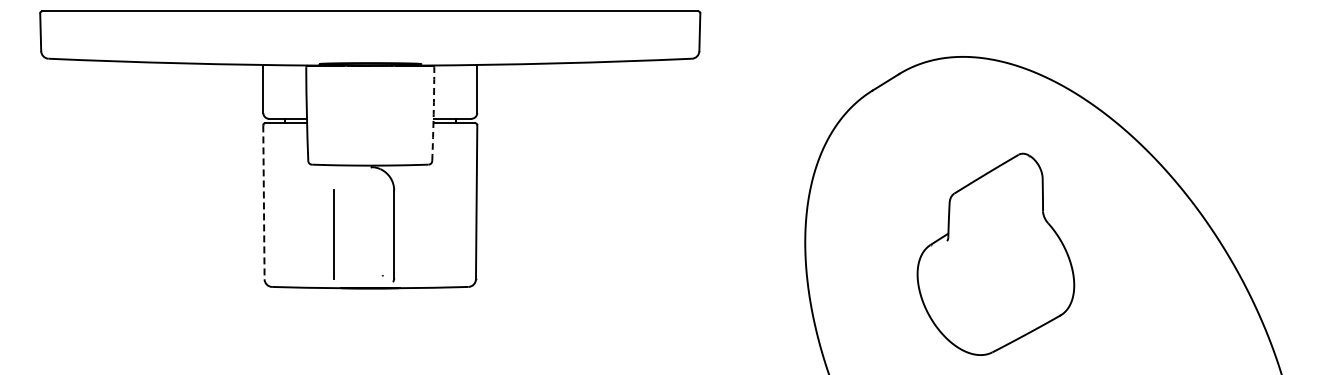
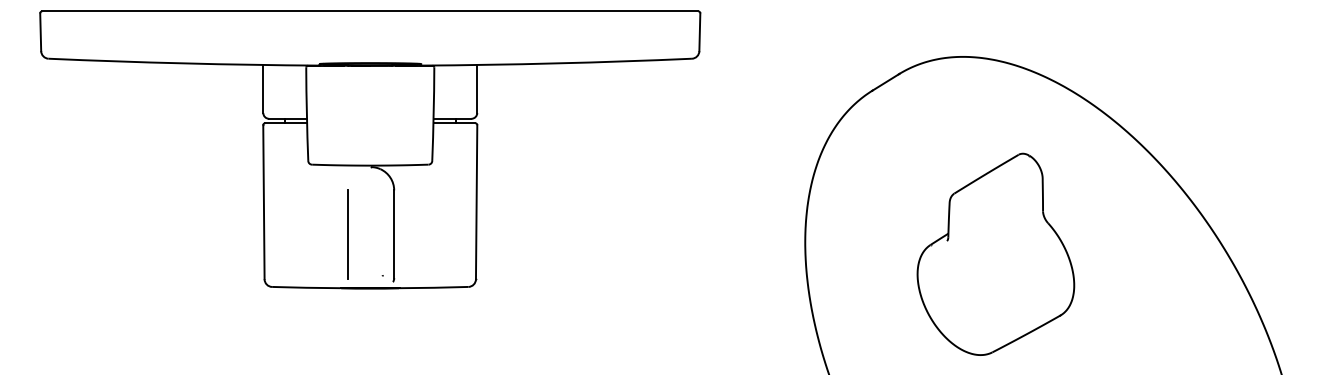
arc at (433, 114): dashed -> solid
line at (263, 202): dashed -> solid
line at (333, 234) position: (333, 234) -> (347, 234)
